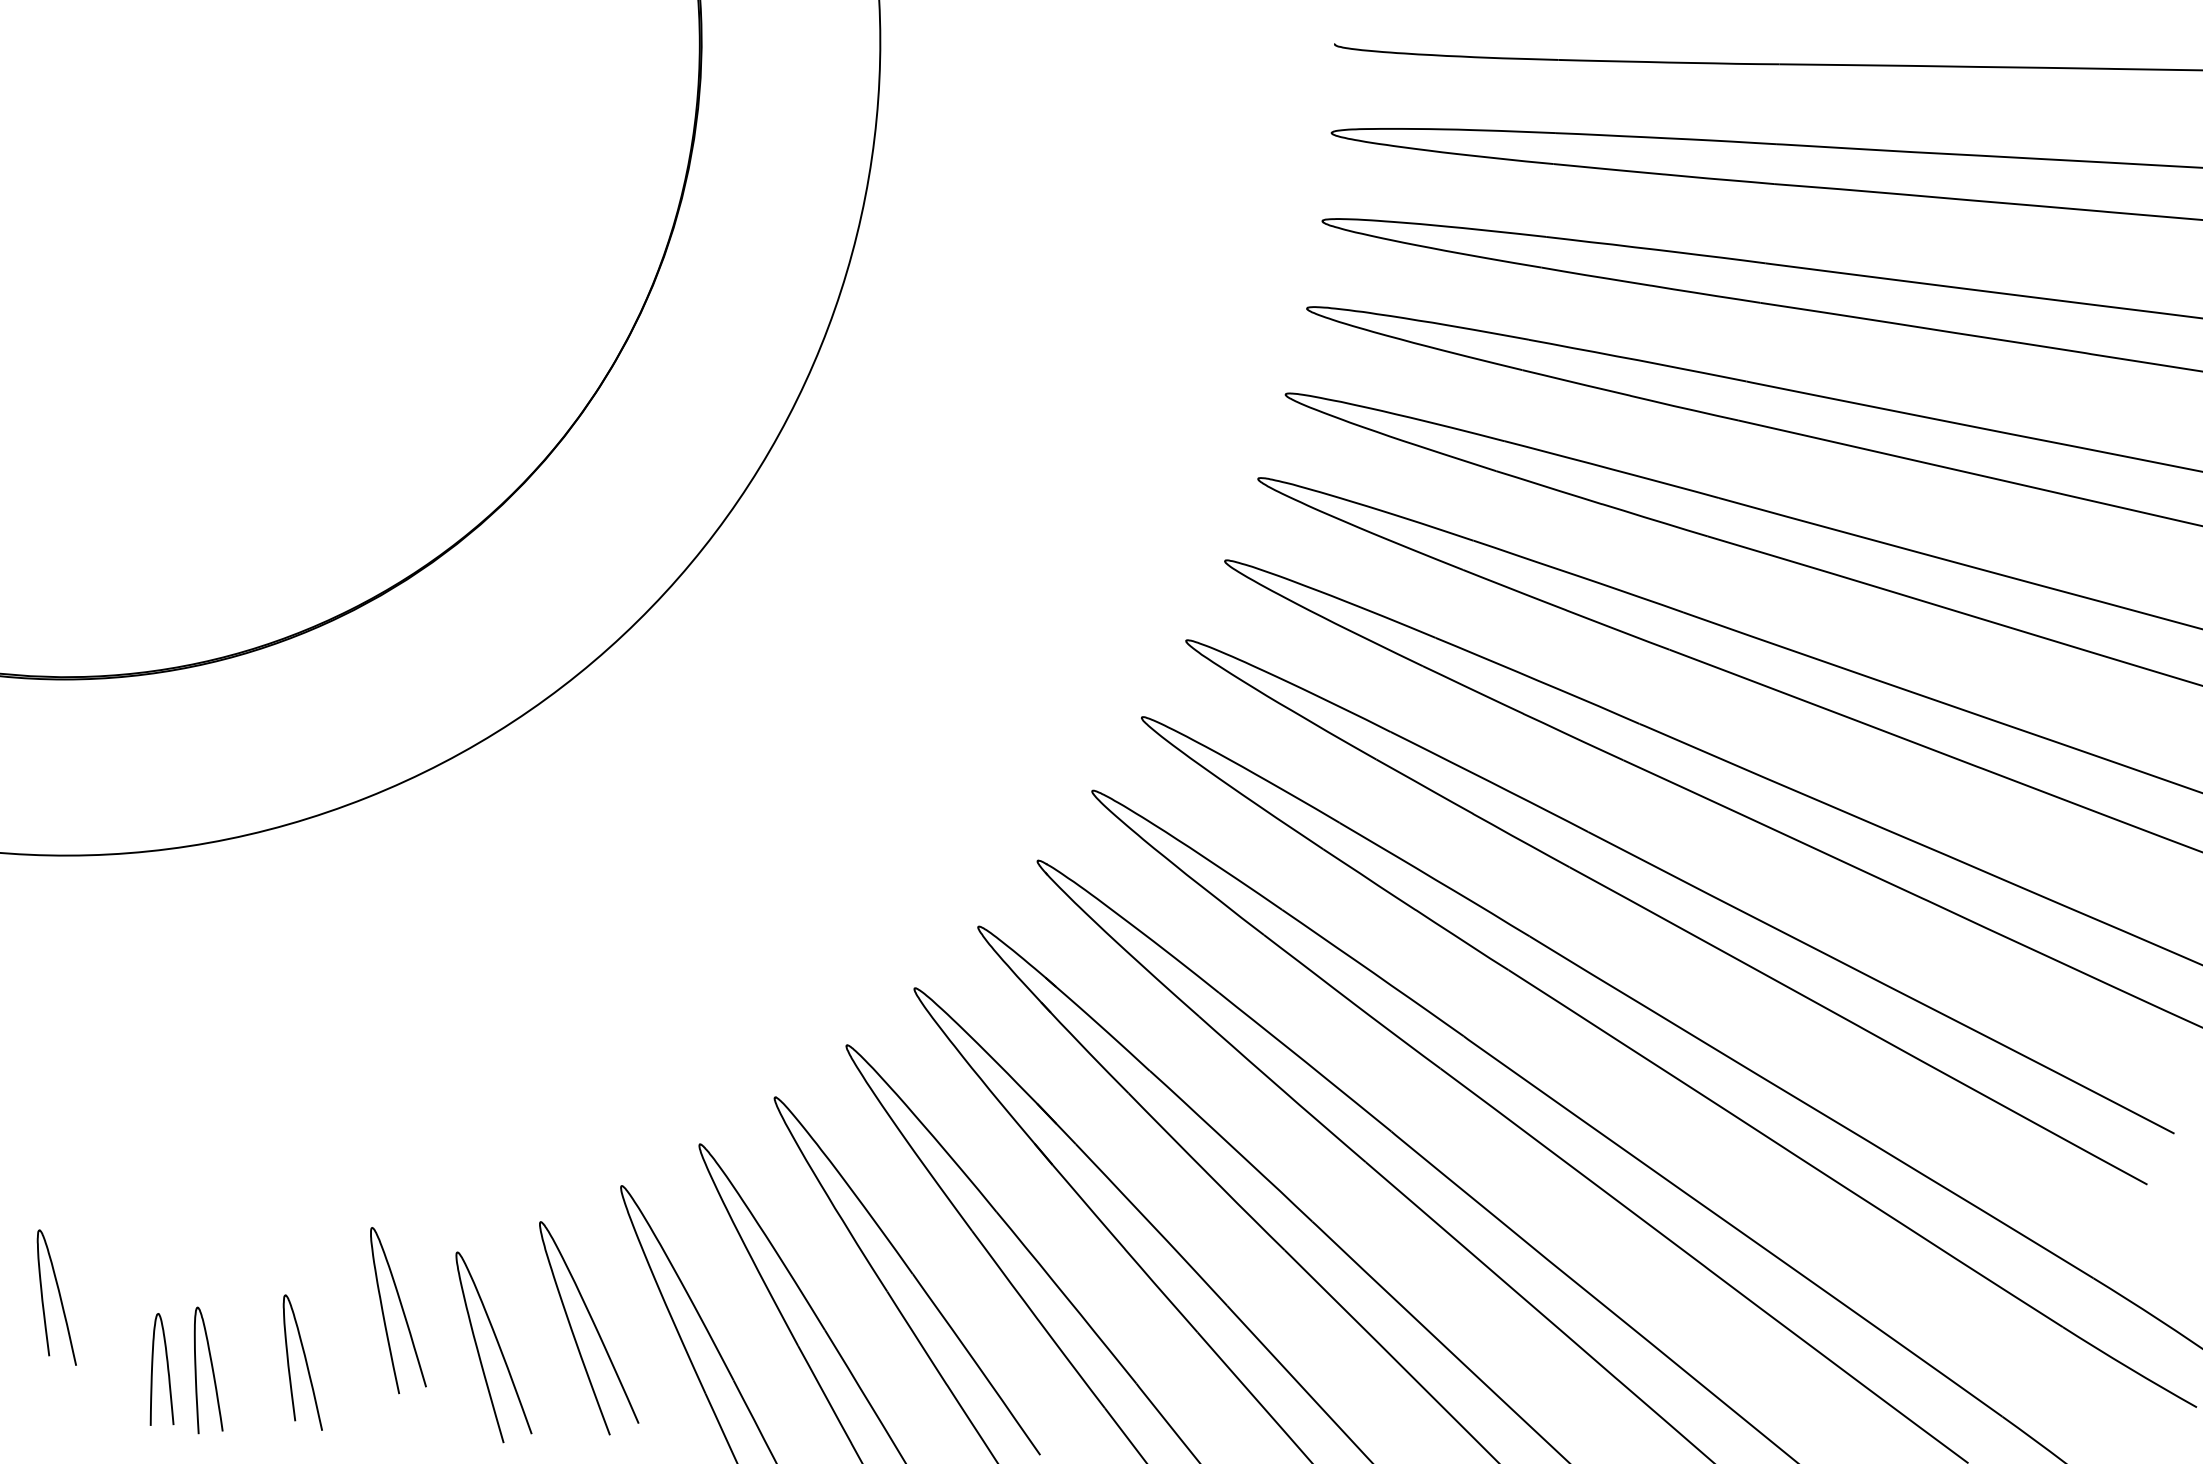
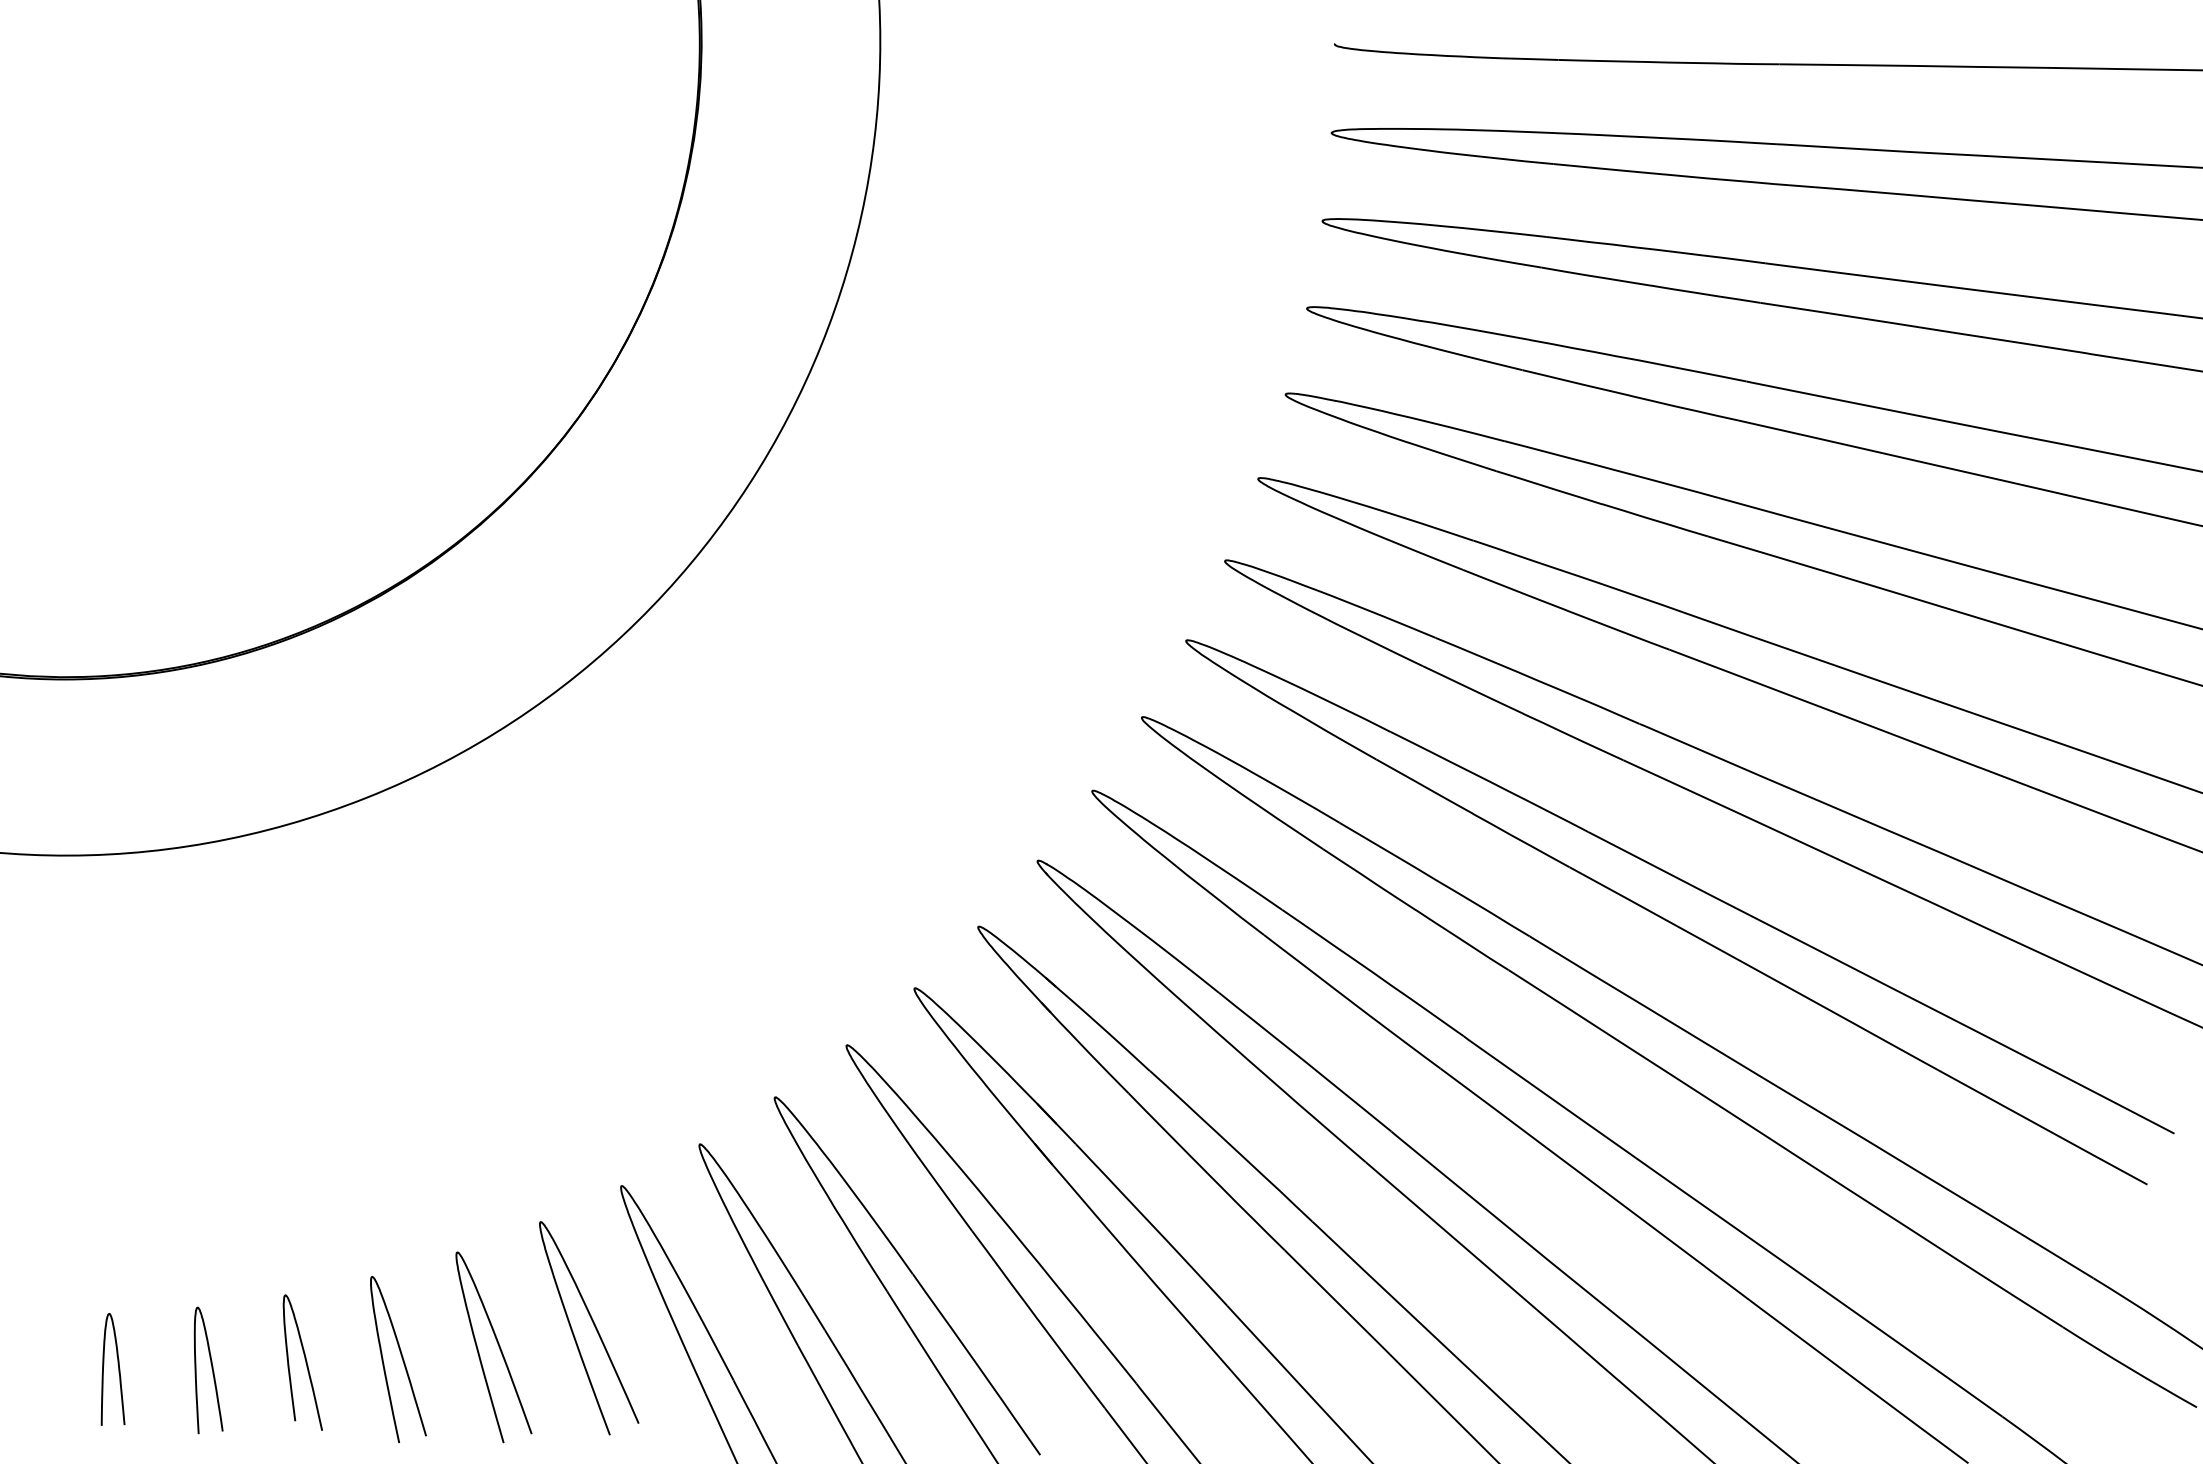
curve at (59, 1297): present -> none
curve at (401, 1309) position: (401, 1309) -> (401, 1358)
curve at (167, 1369) position: (167, 1369) -> (118, 1369)
